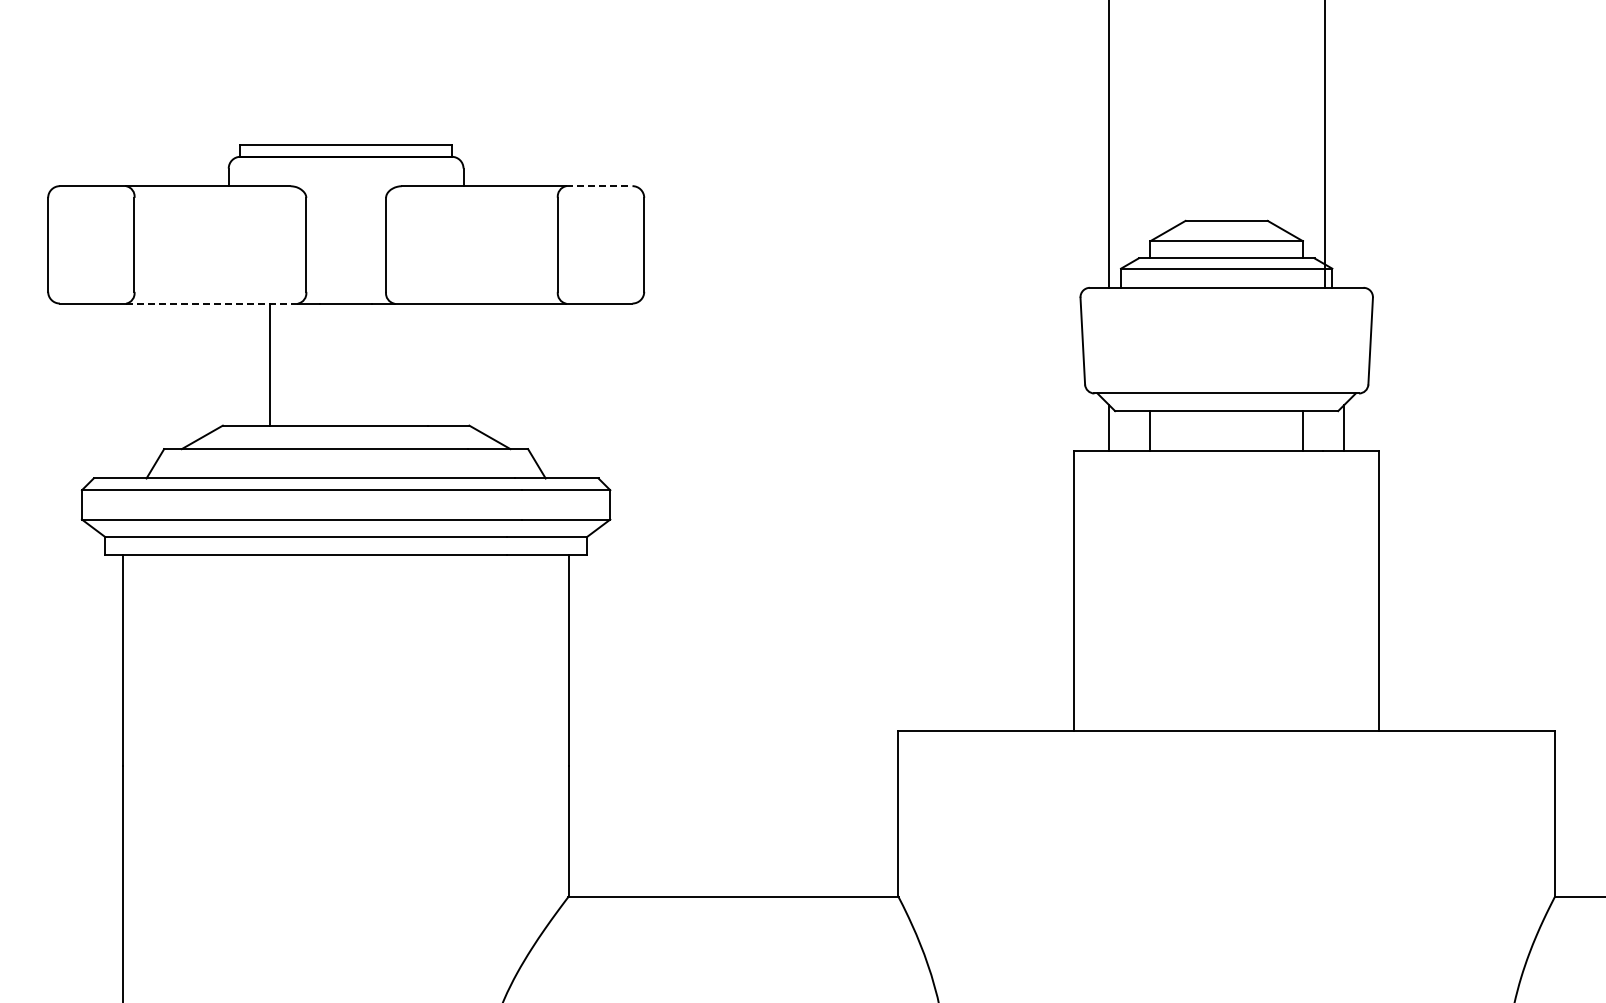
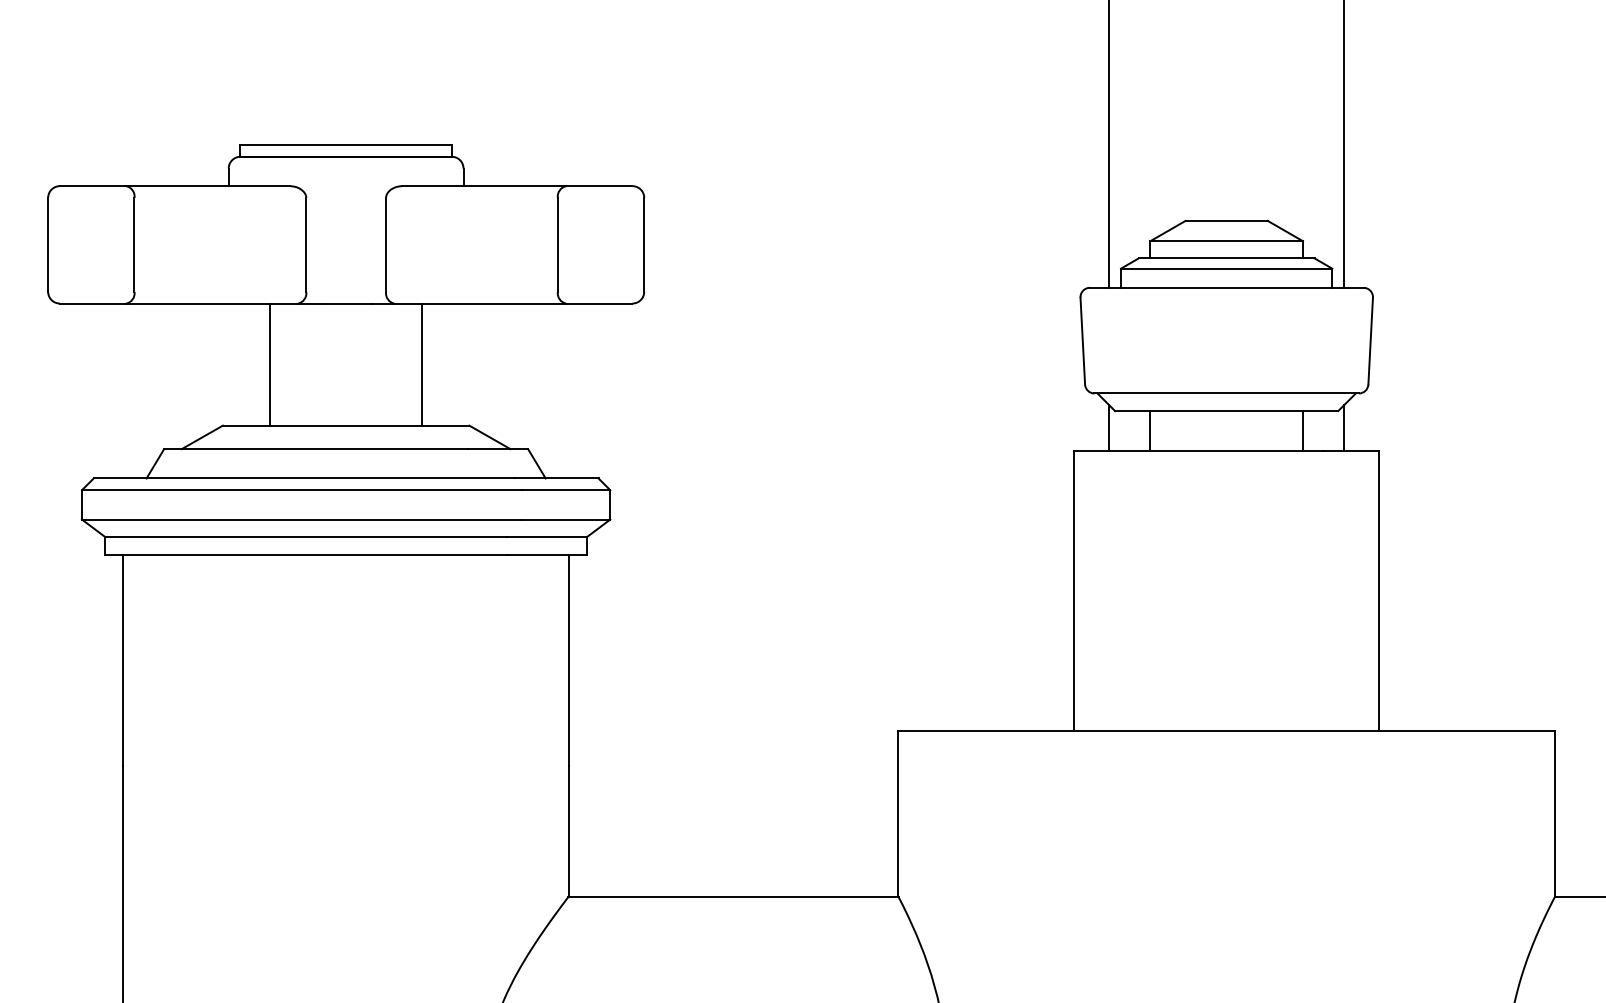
line at (1325, 144) position: (1325, 144) -> (1344, 144)
line at (599, 186): dashed -> solid
line at (212, 303): dashed -> solid
line at (422, 364): none -> present
